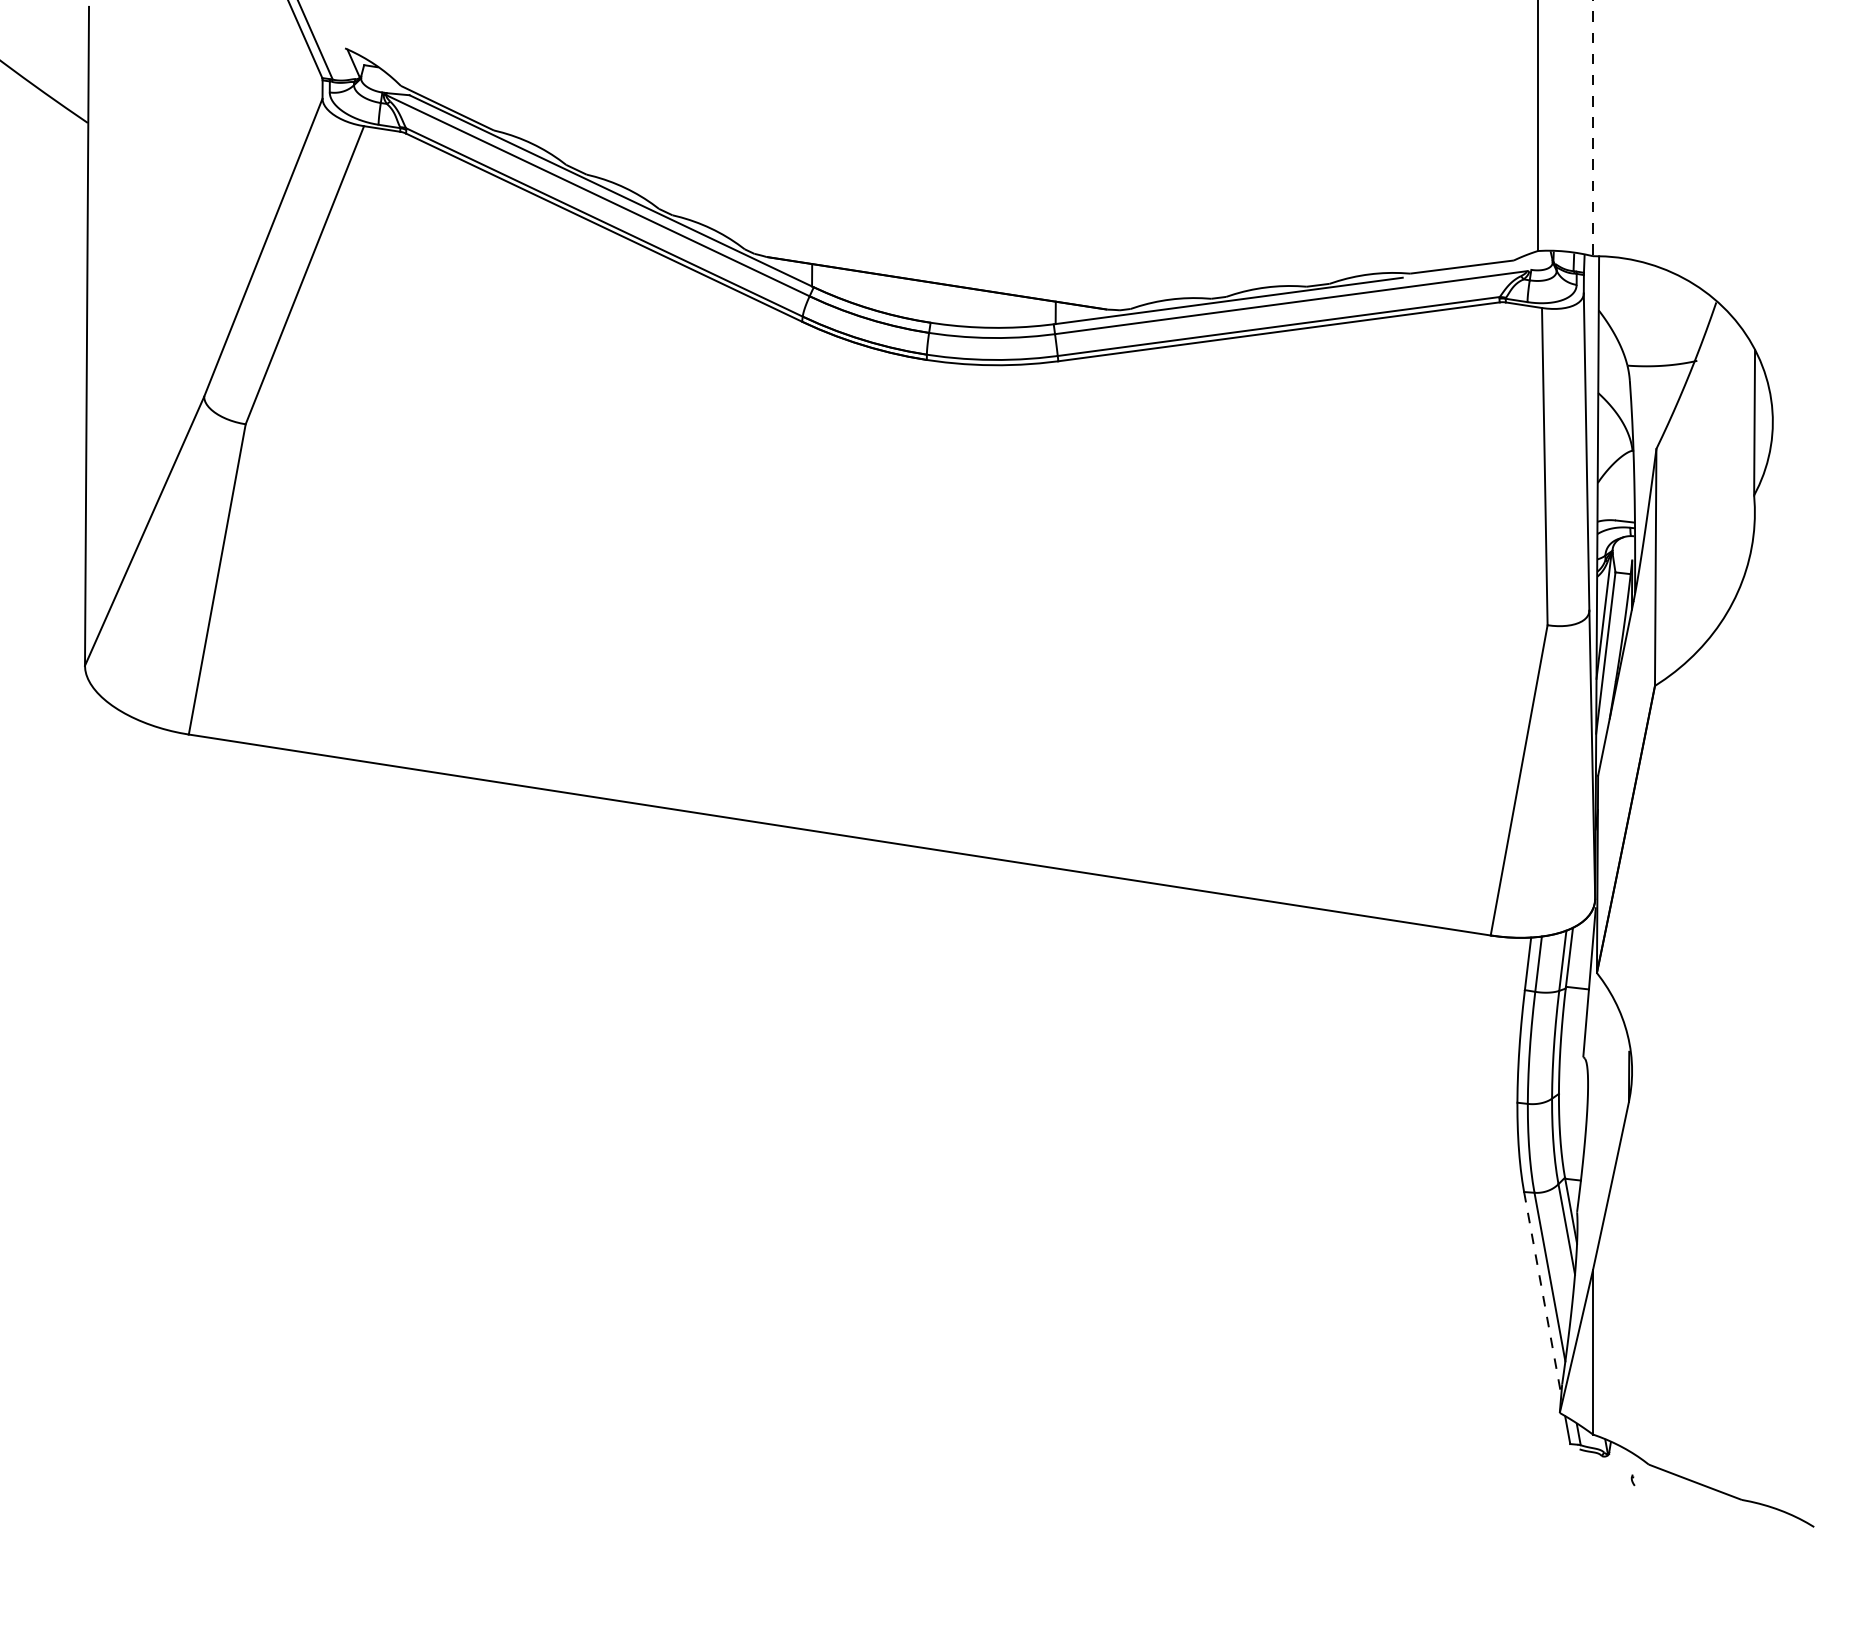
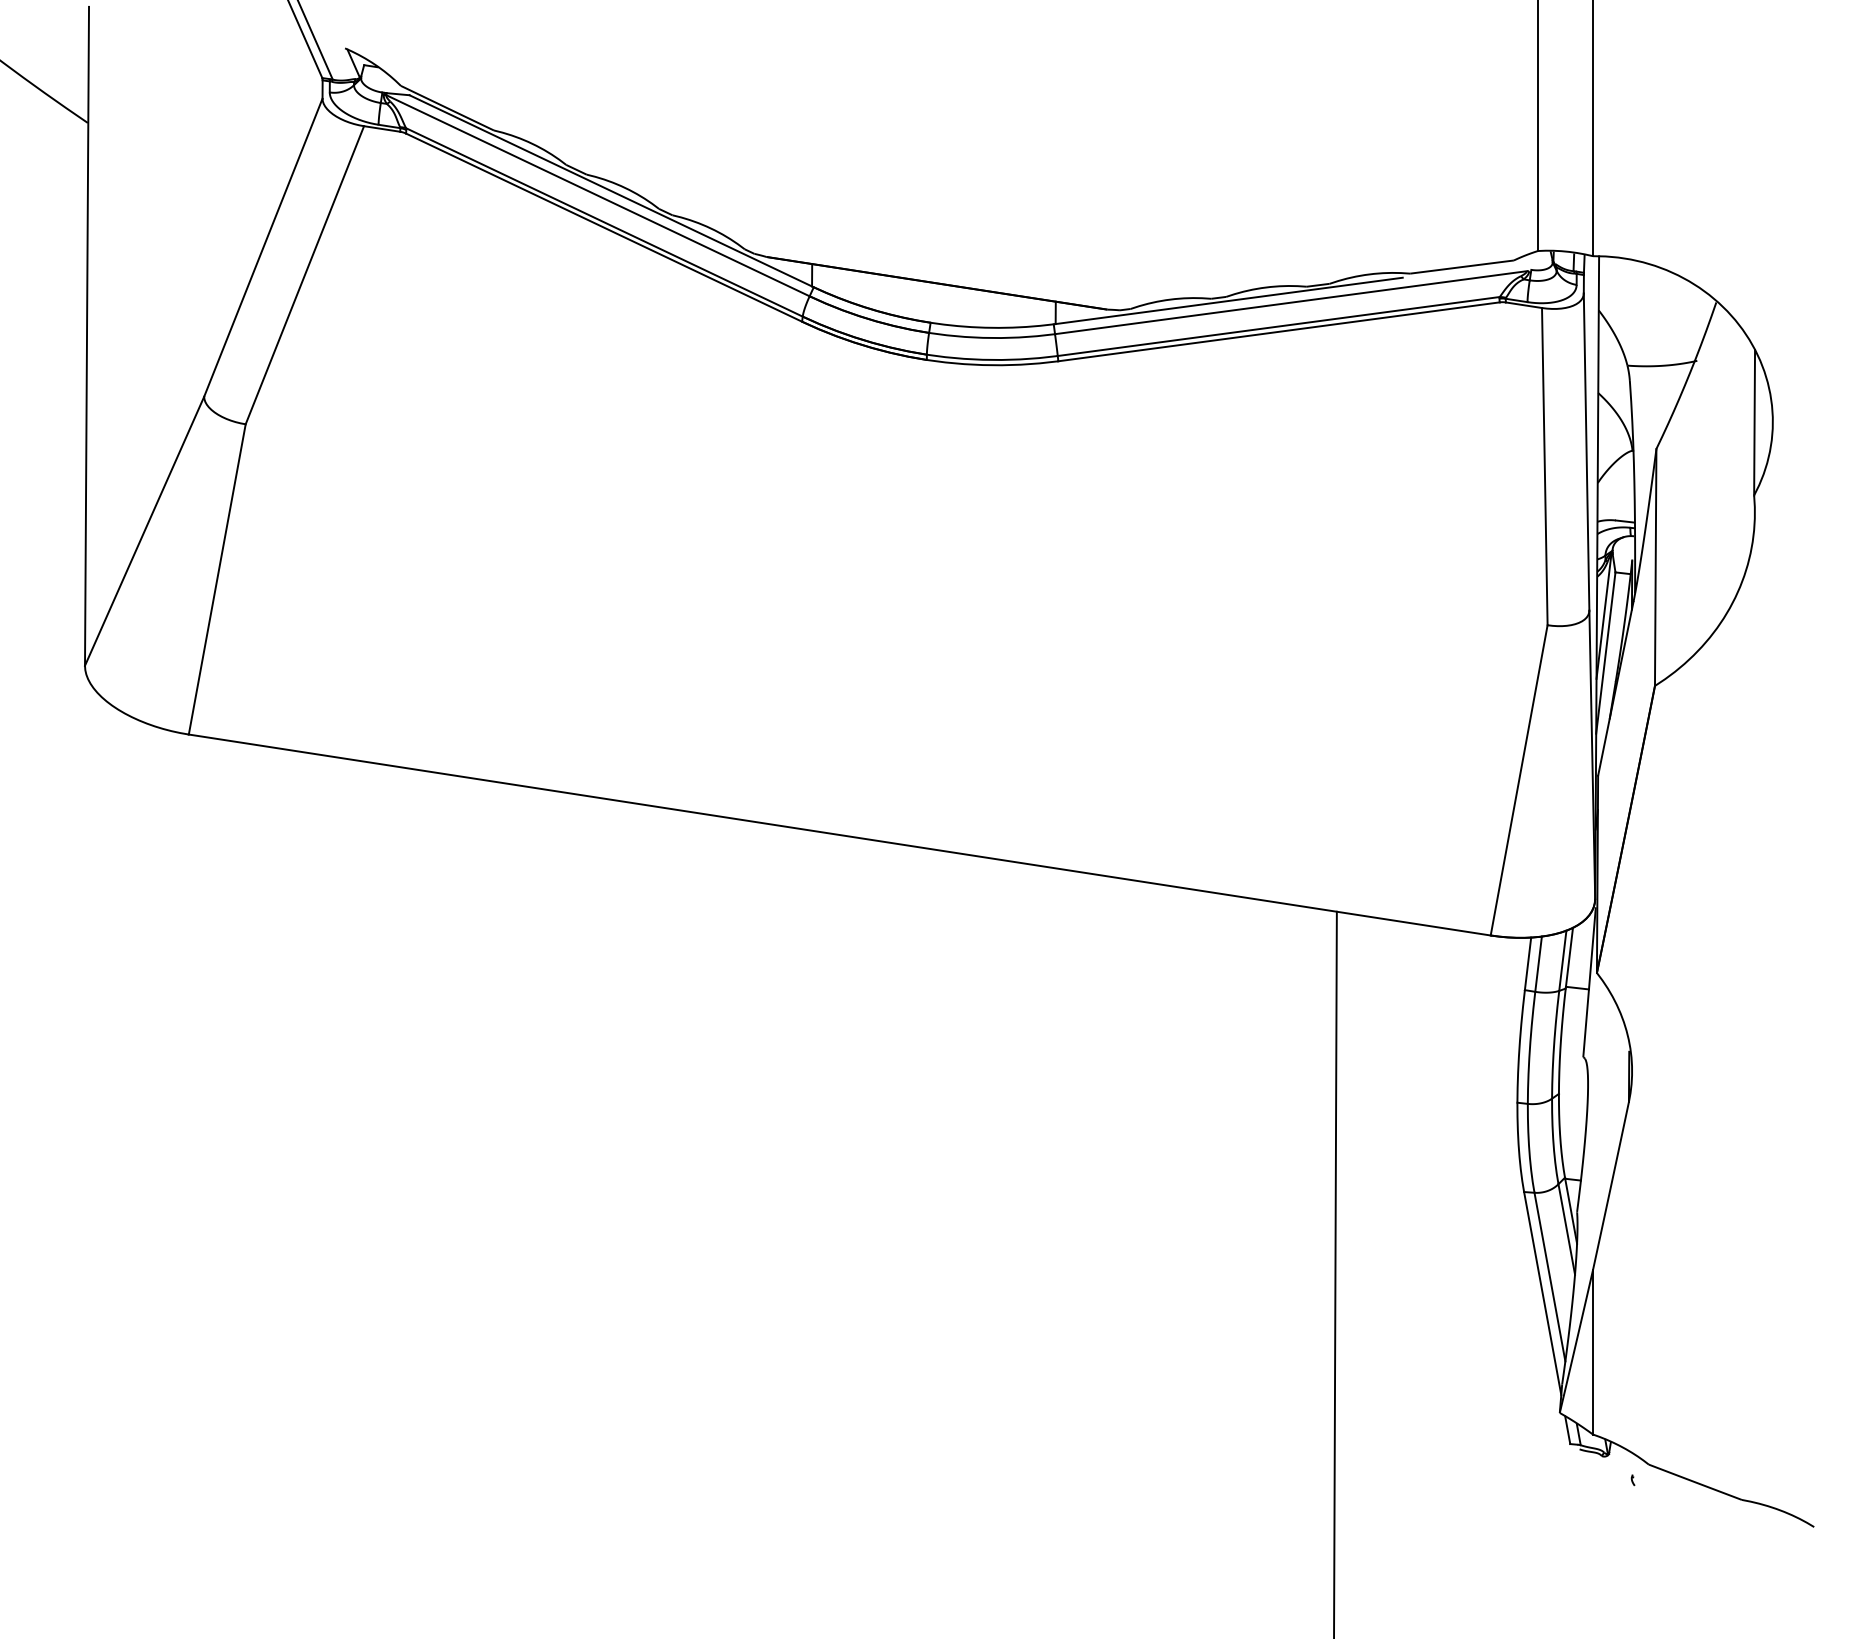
line at (1593, 128): dashed -> solid
line at (1335, 1273): none -> present
line at (1542, 1294): dashed -> solid
